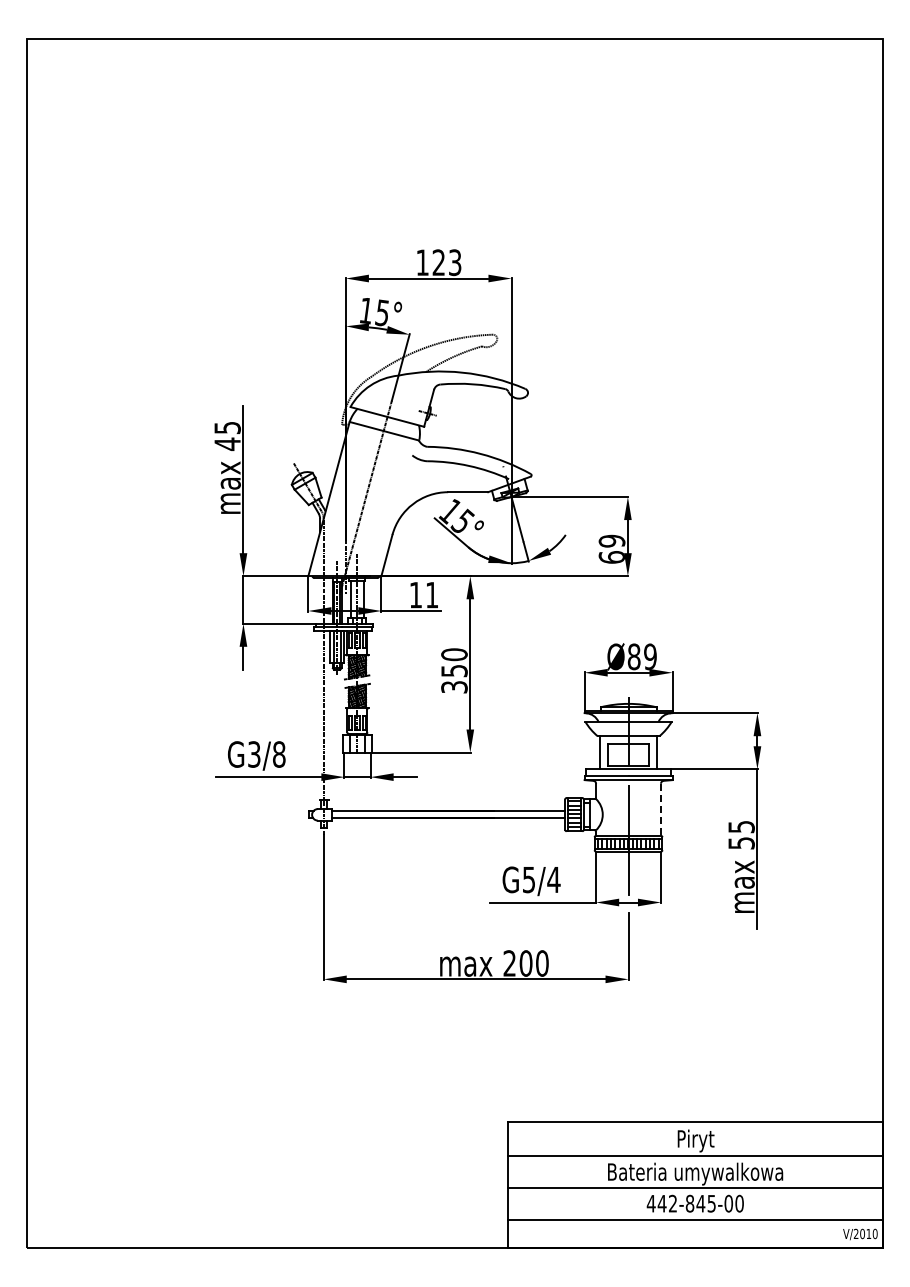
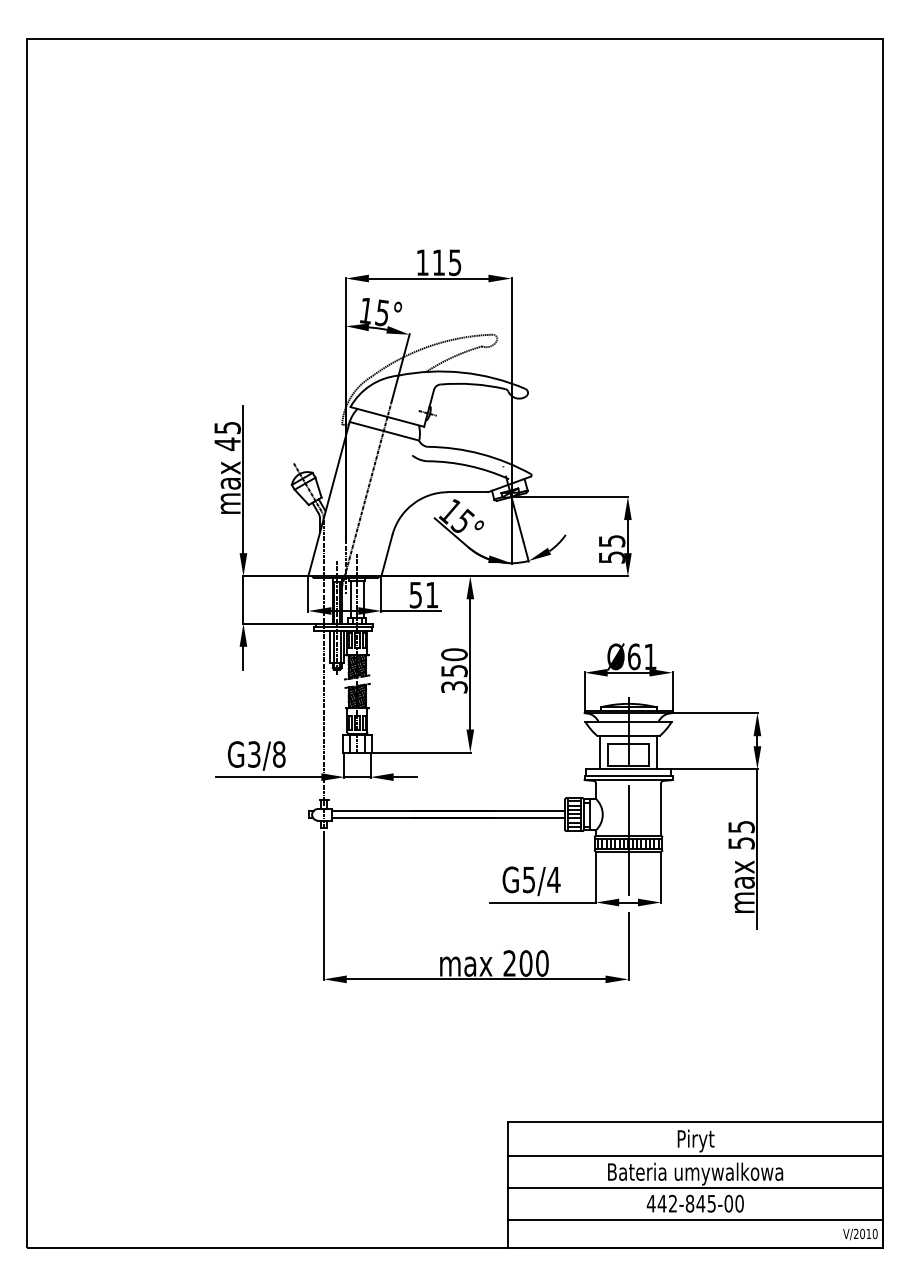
text at (446, 262): 123 -> 115
text at (611, 548): 69 -> 55
text at (415, 595): 11 -> 51
text at (641, 656): Ø89 -> Ø61
line at (661, 810): dashed -> solid
